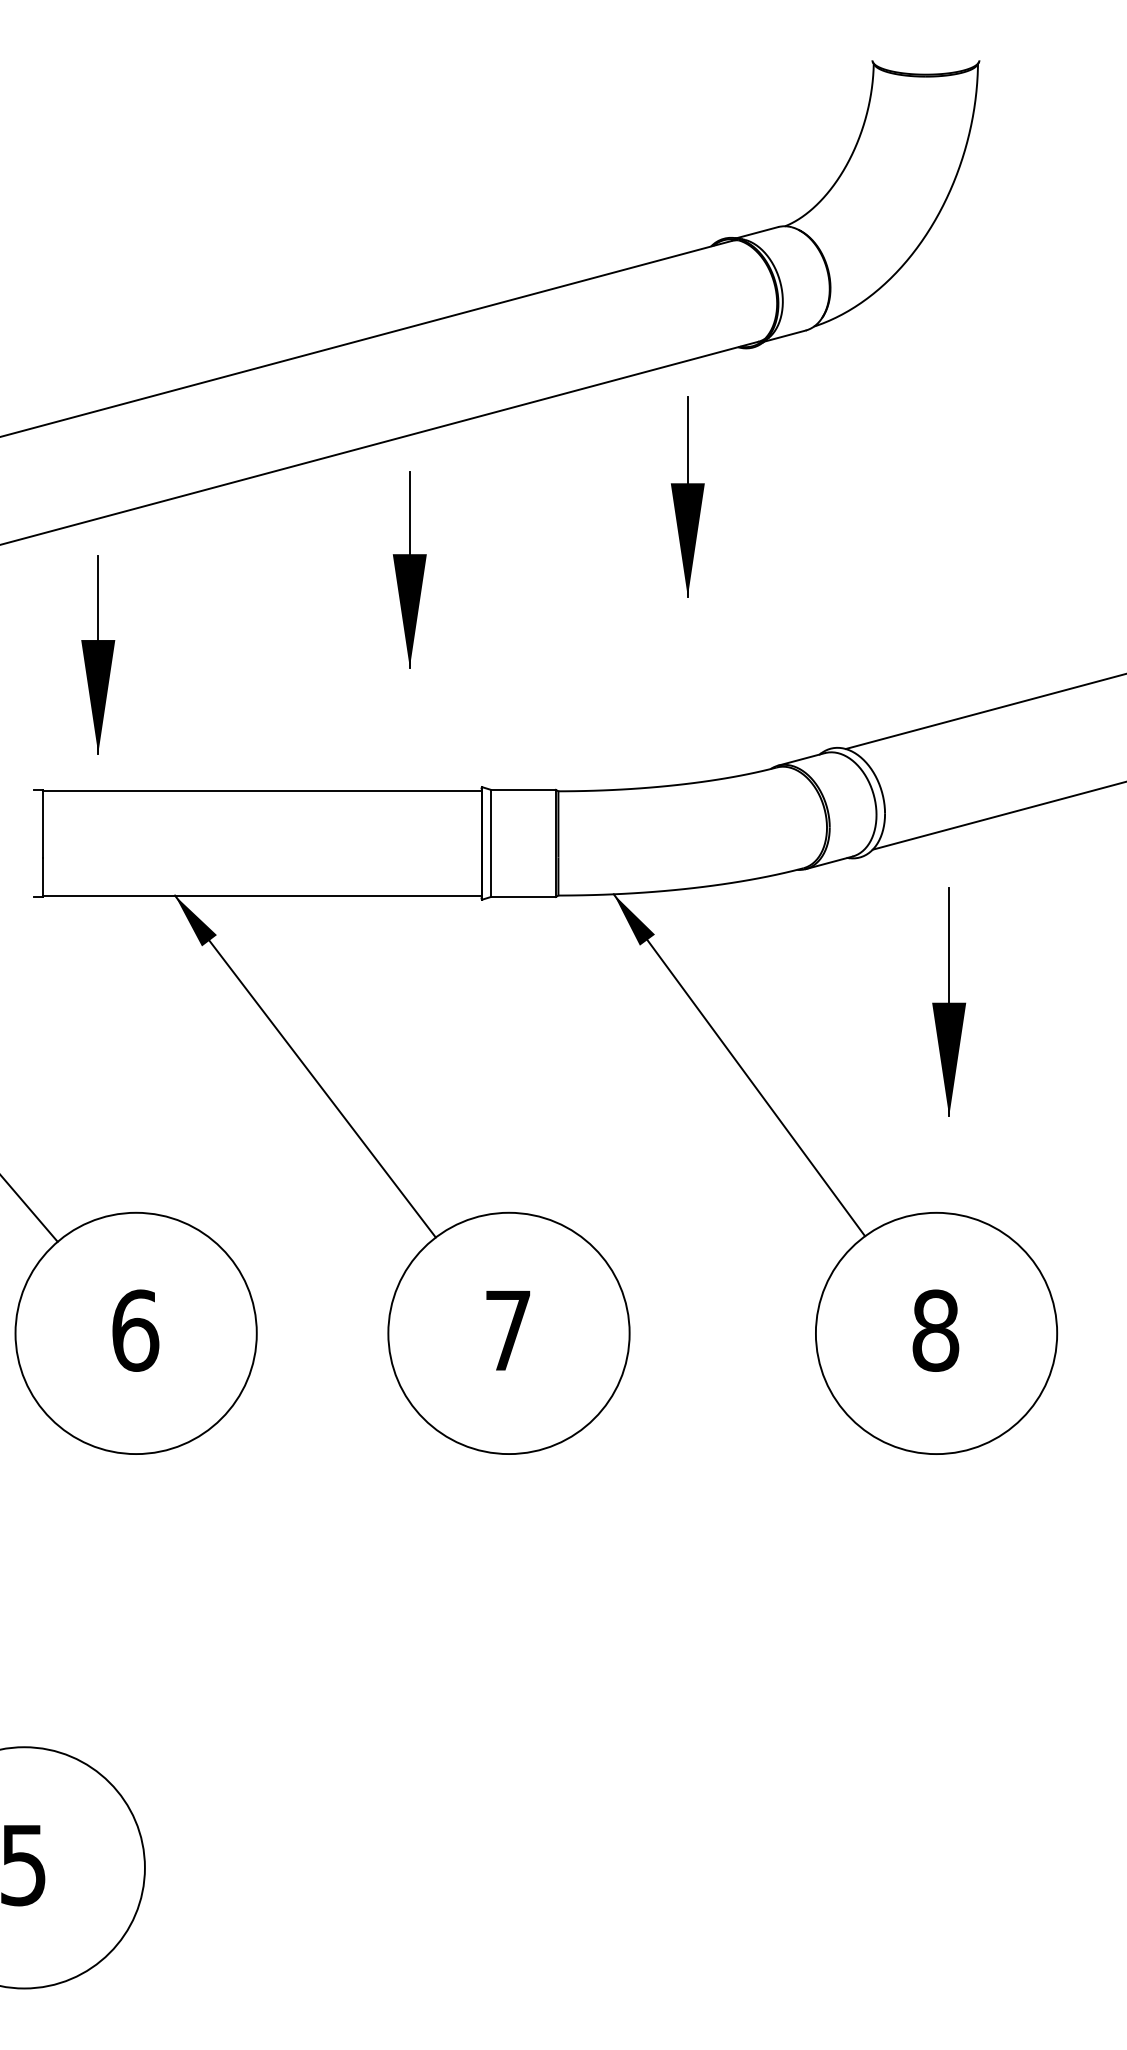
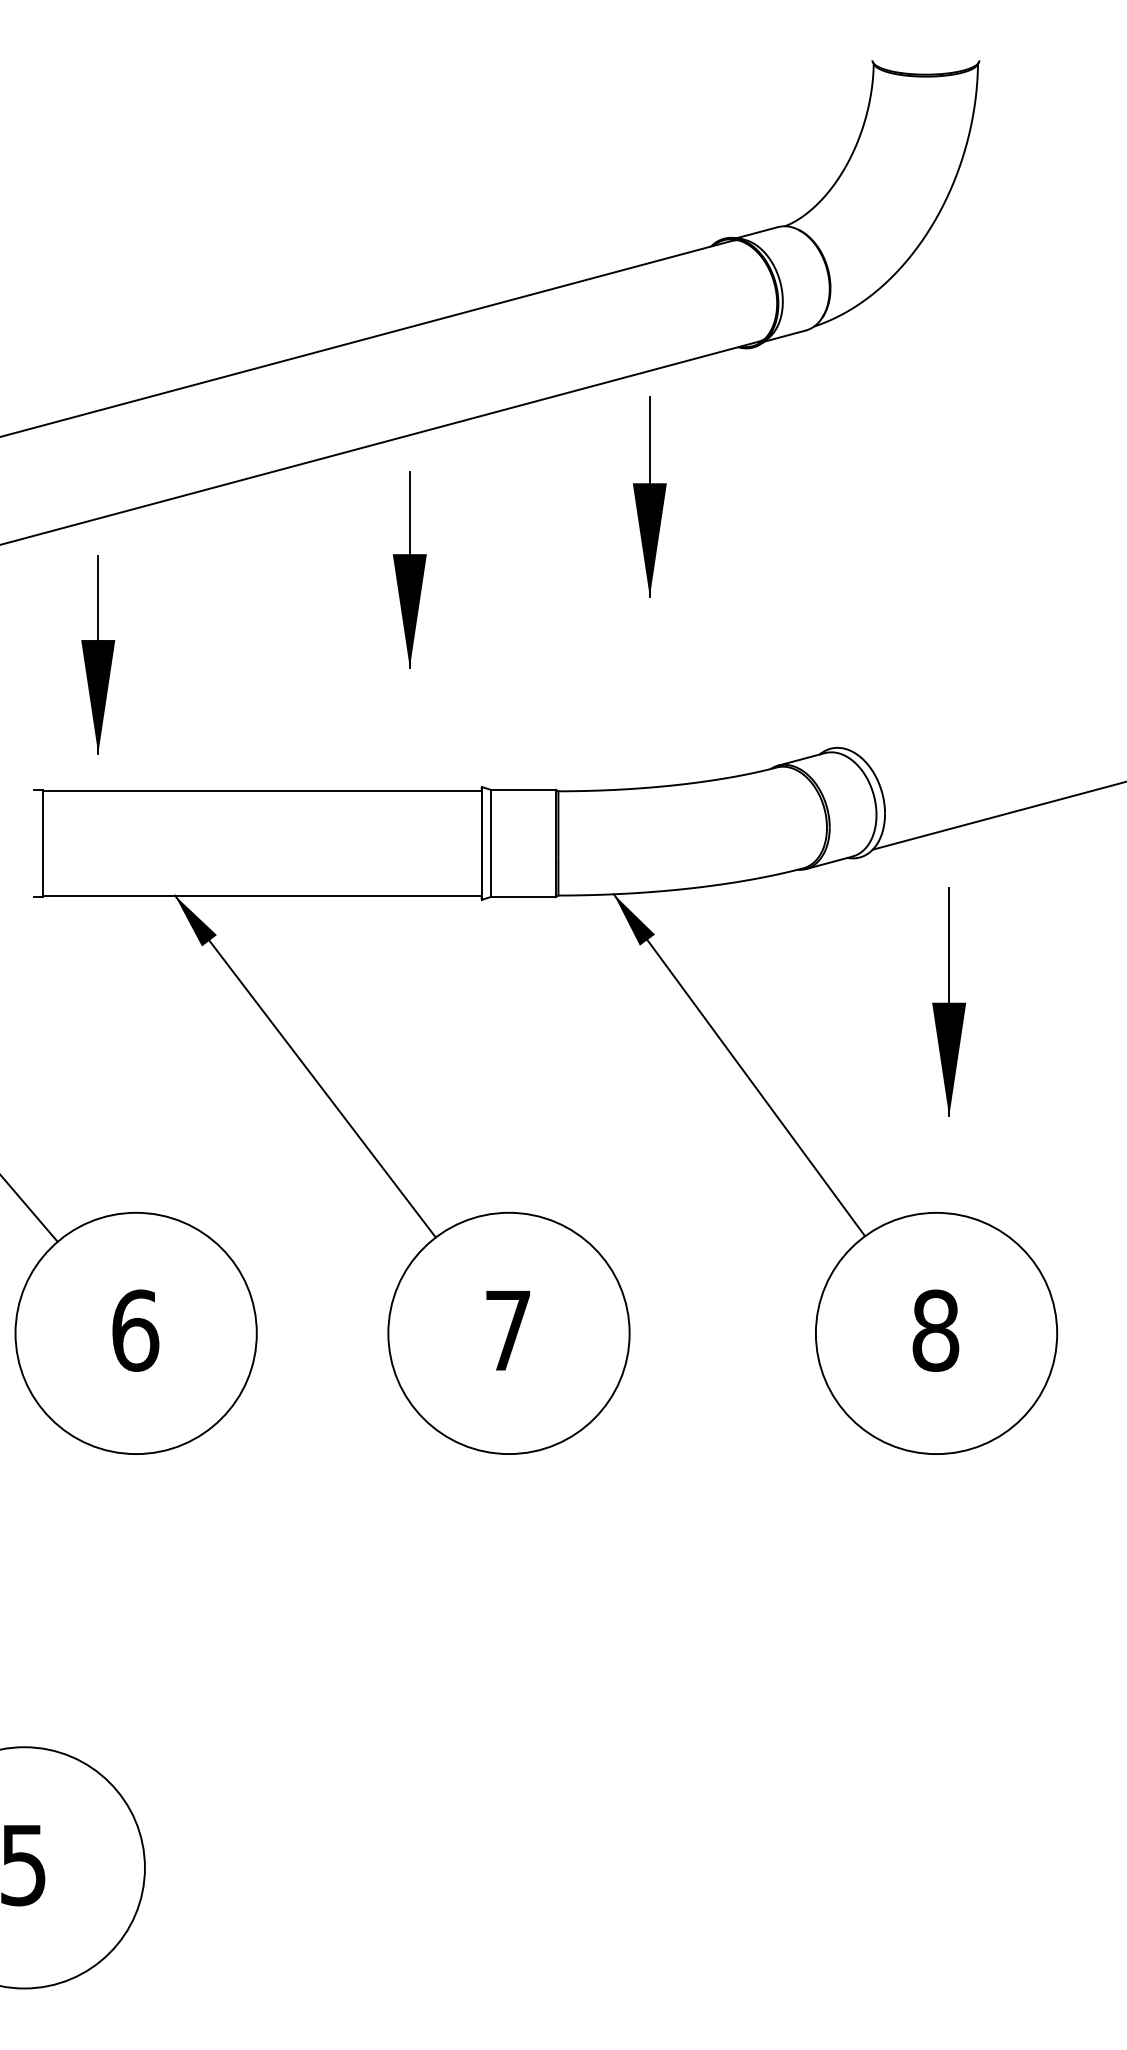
part at (687, 496) position: (687, 496) -> (649, 496)
line at (984, 711): present -> none
